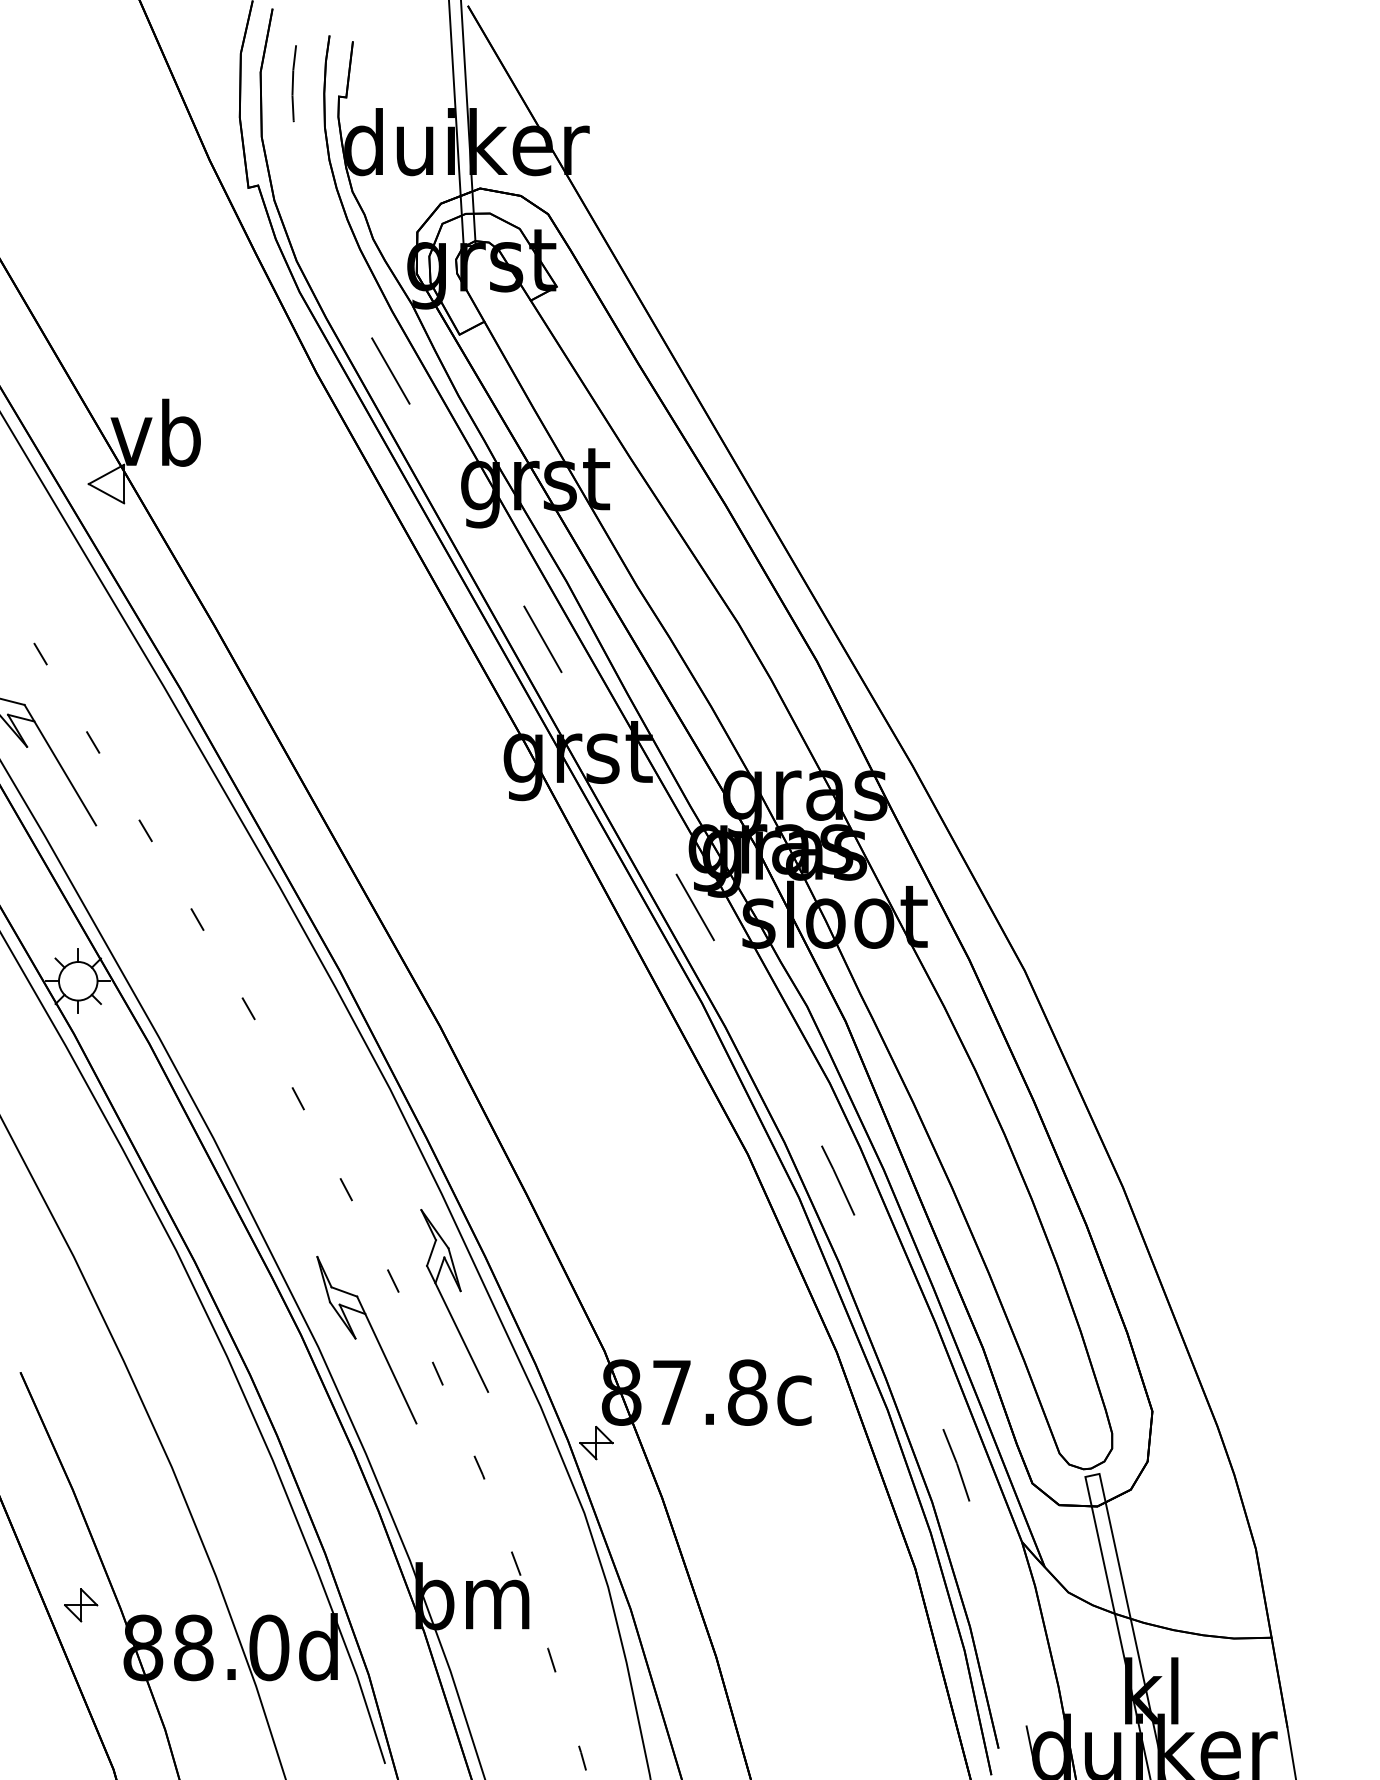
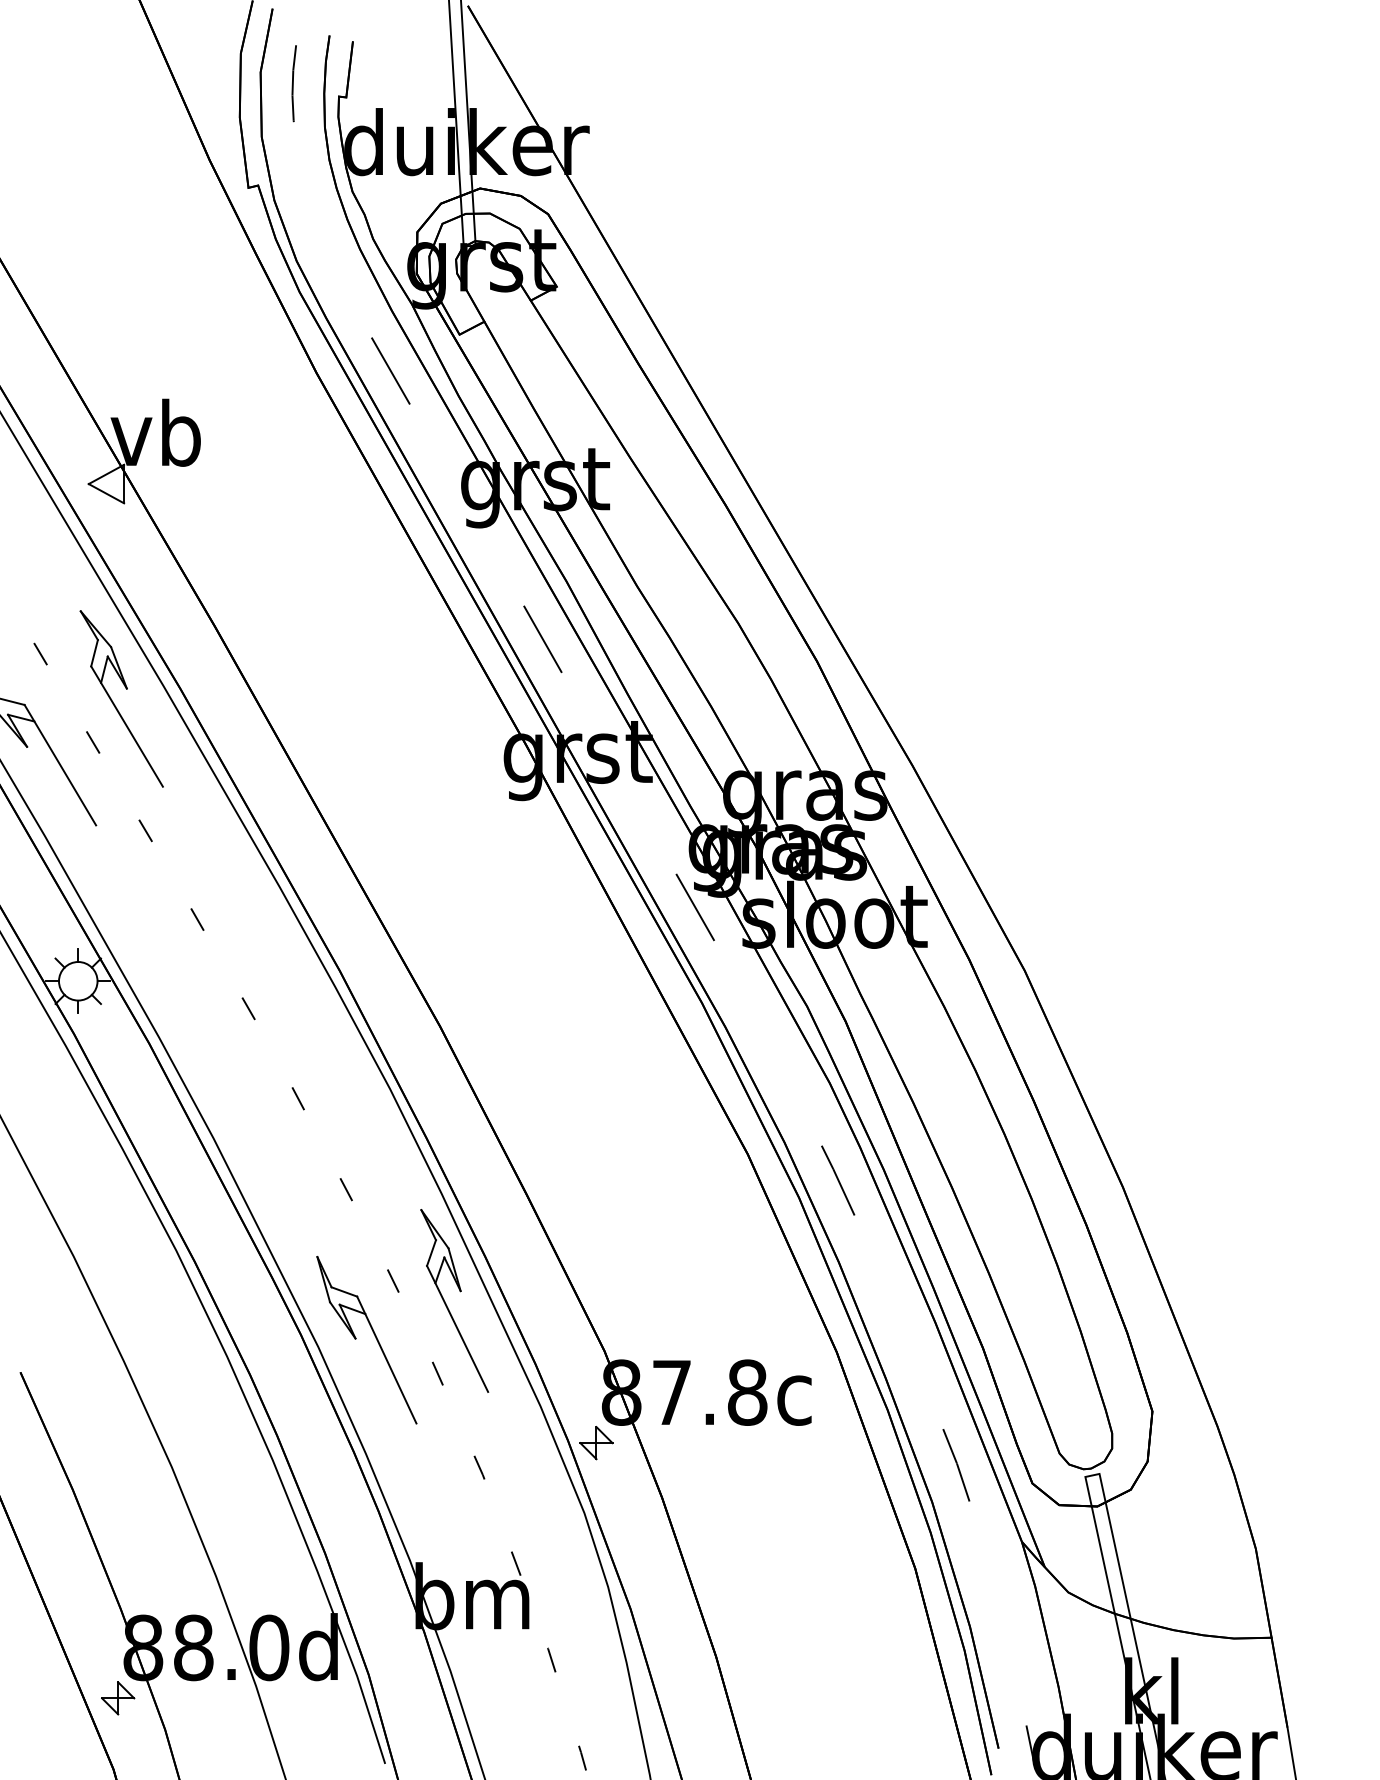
part at (113, 701): none -> present
part at (81, 1605) position: (81, 1605) -> (118, 1698)
